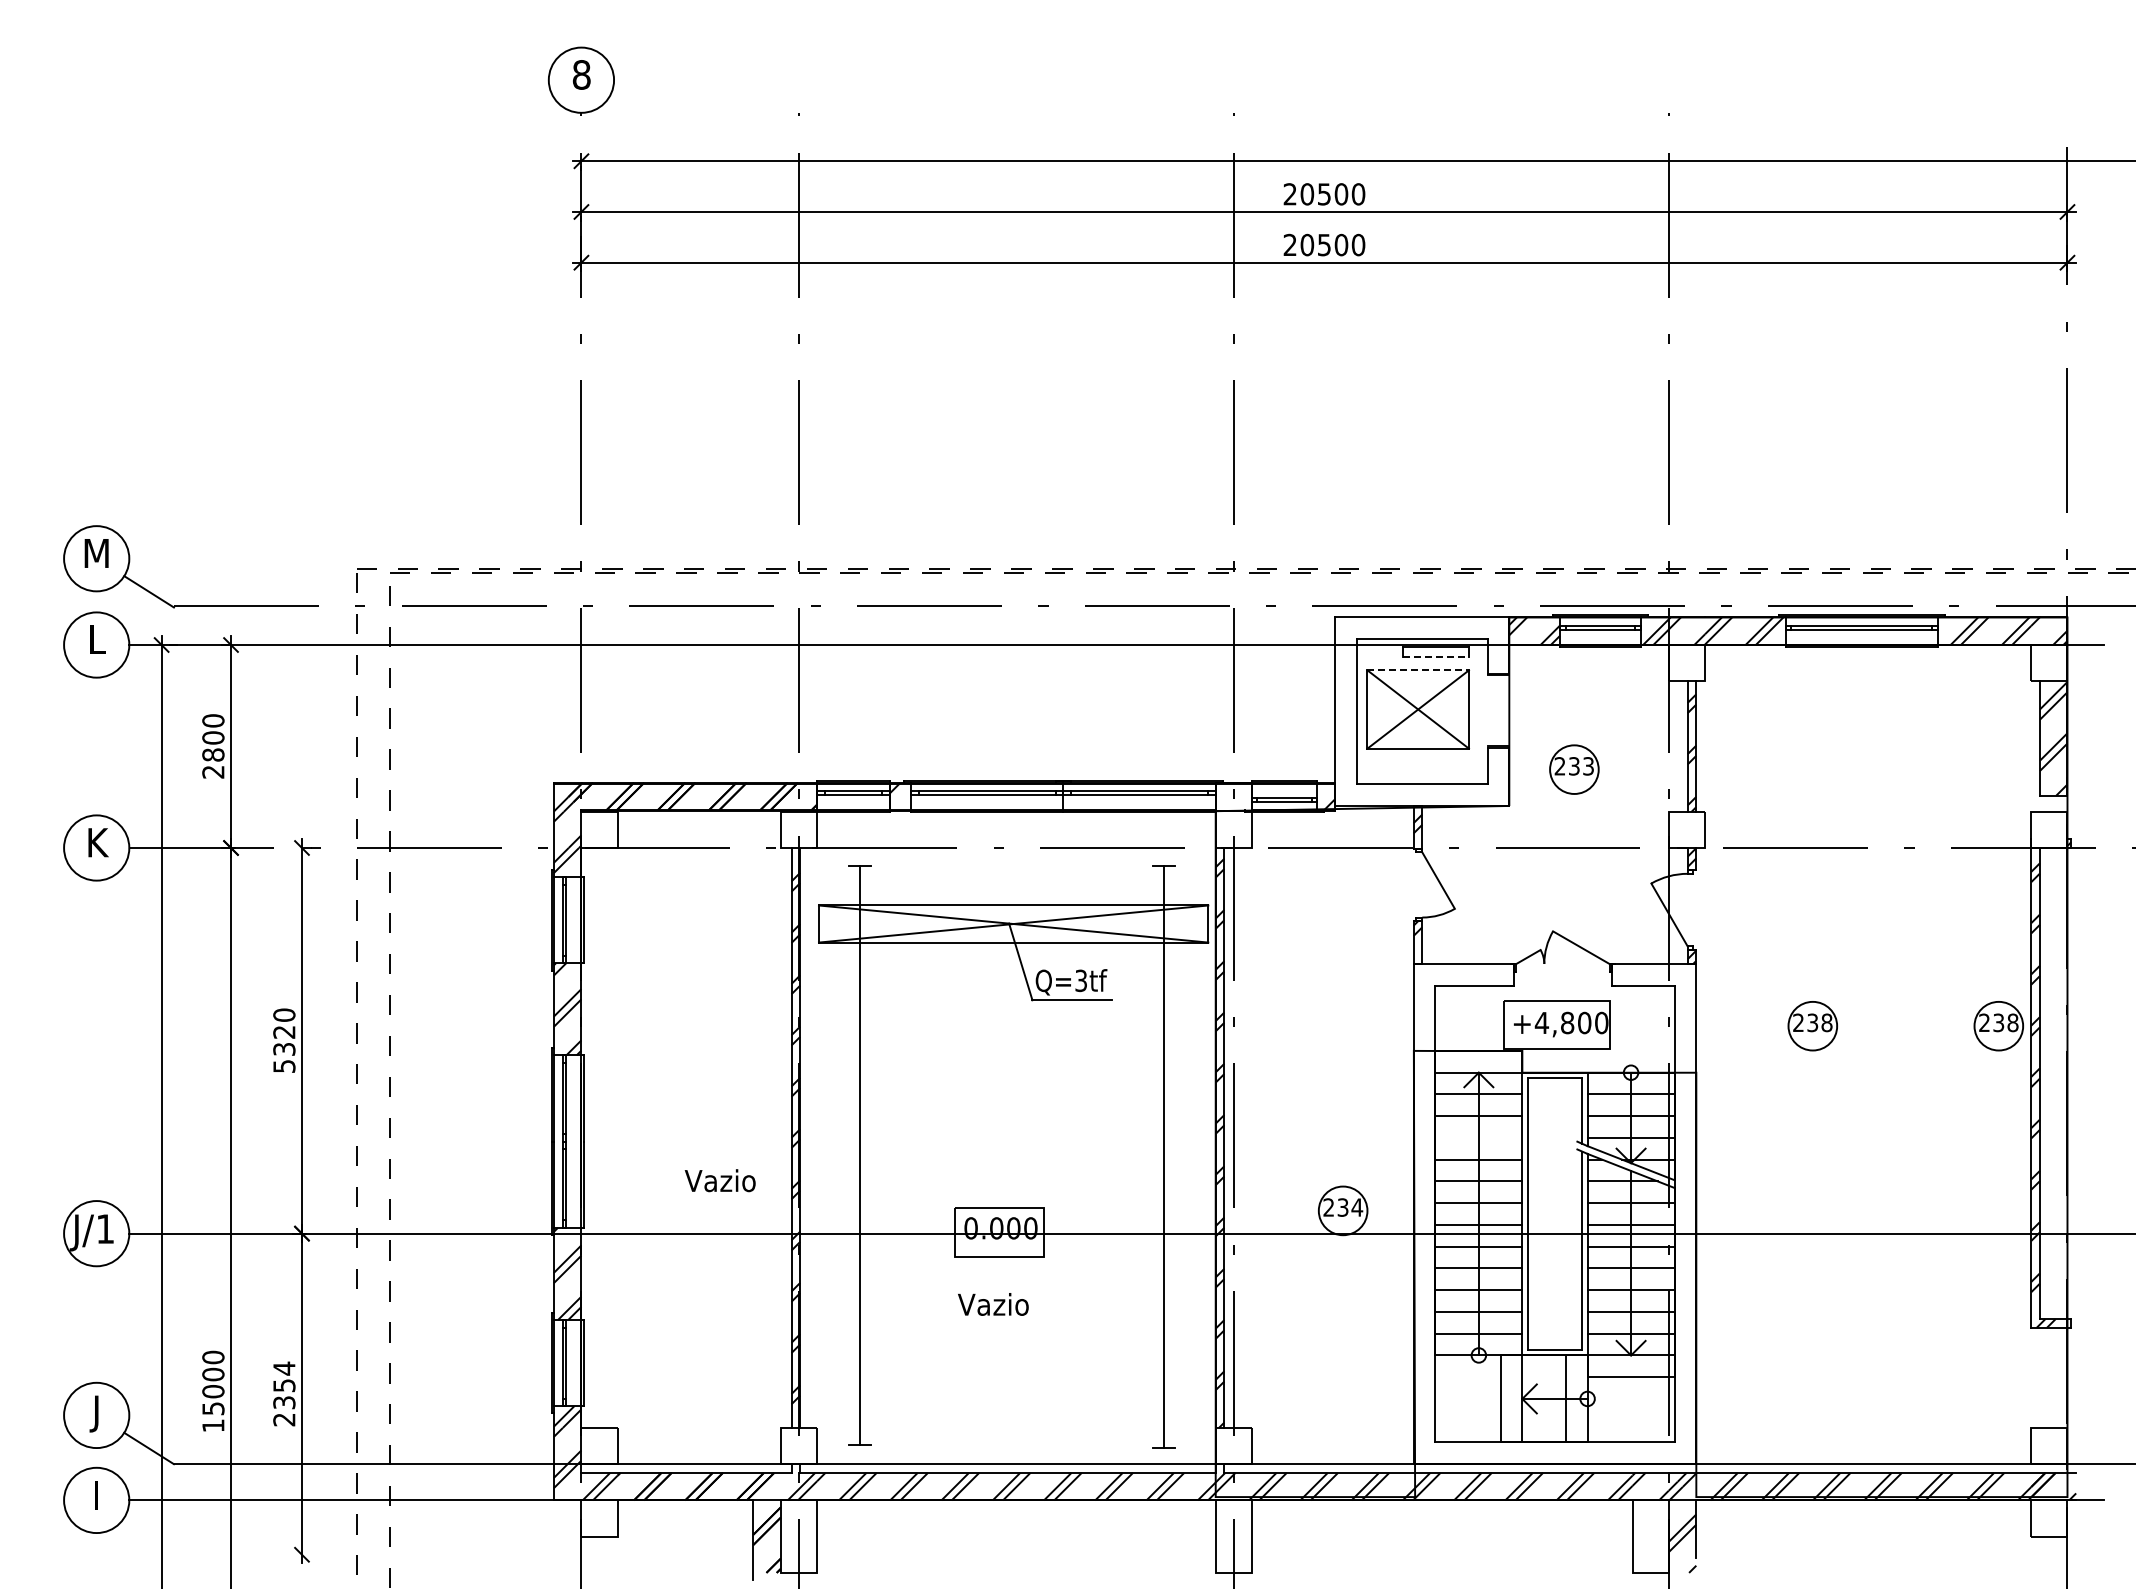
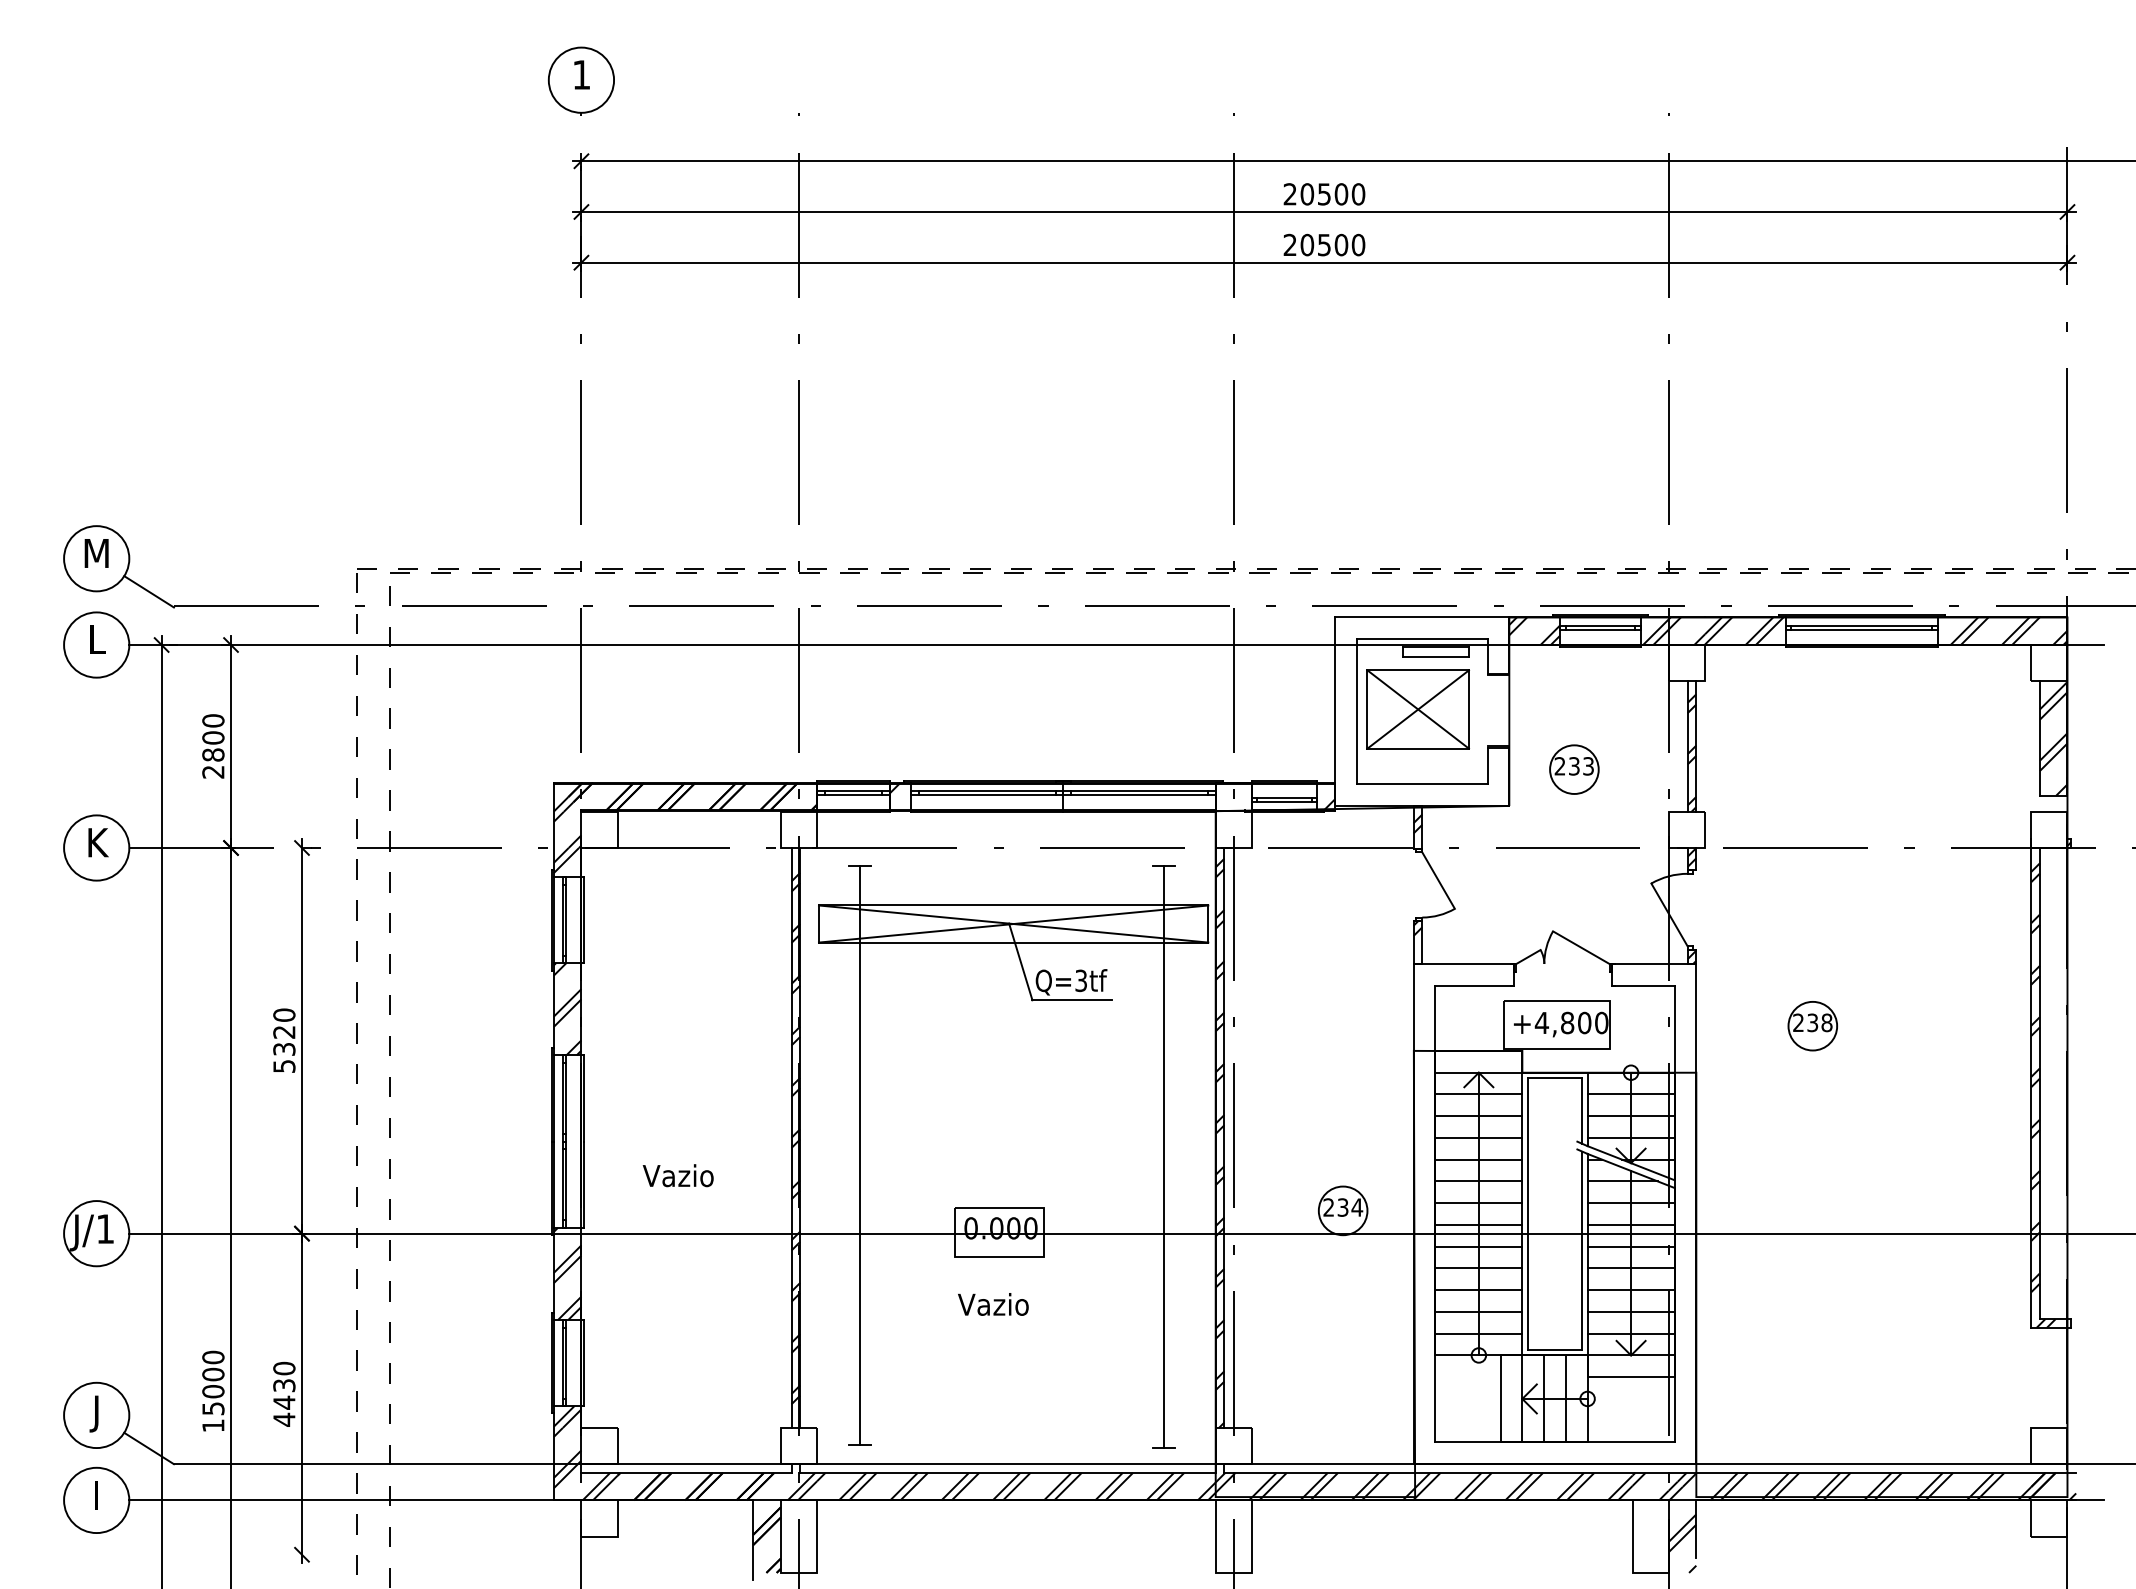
text at (581, 74): 8 -> 1
line at (1436, 657): dashed -> solid
line at (1418, 670): dashed -> solid
part at (1998, 1026): present -> none
line at (1478, 1137): none -> present
text at (719, 1180) position: (719, 1180) -> (677, 1175)
text at (284, 1393): 2354 -> 4430
line at (1544, 1398): none -> present
